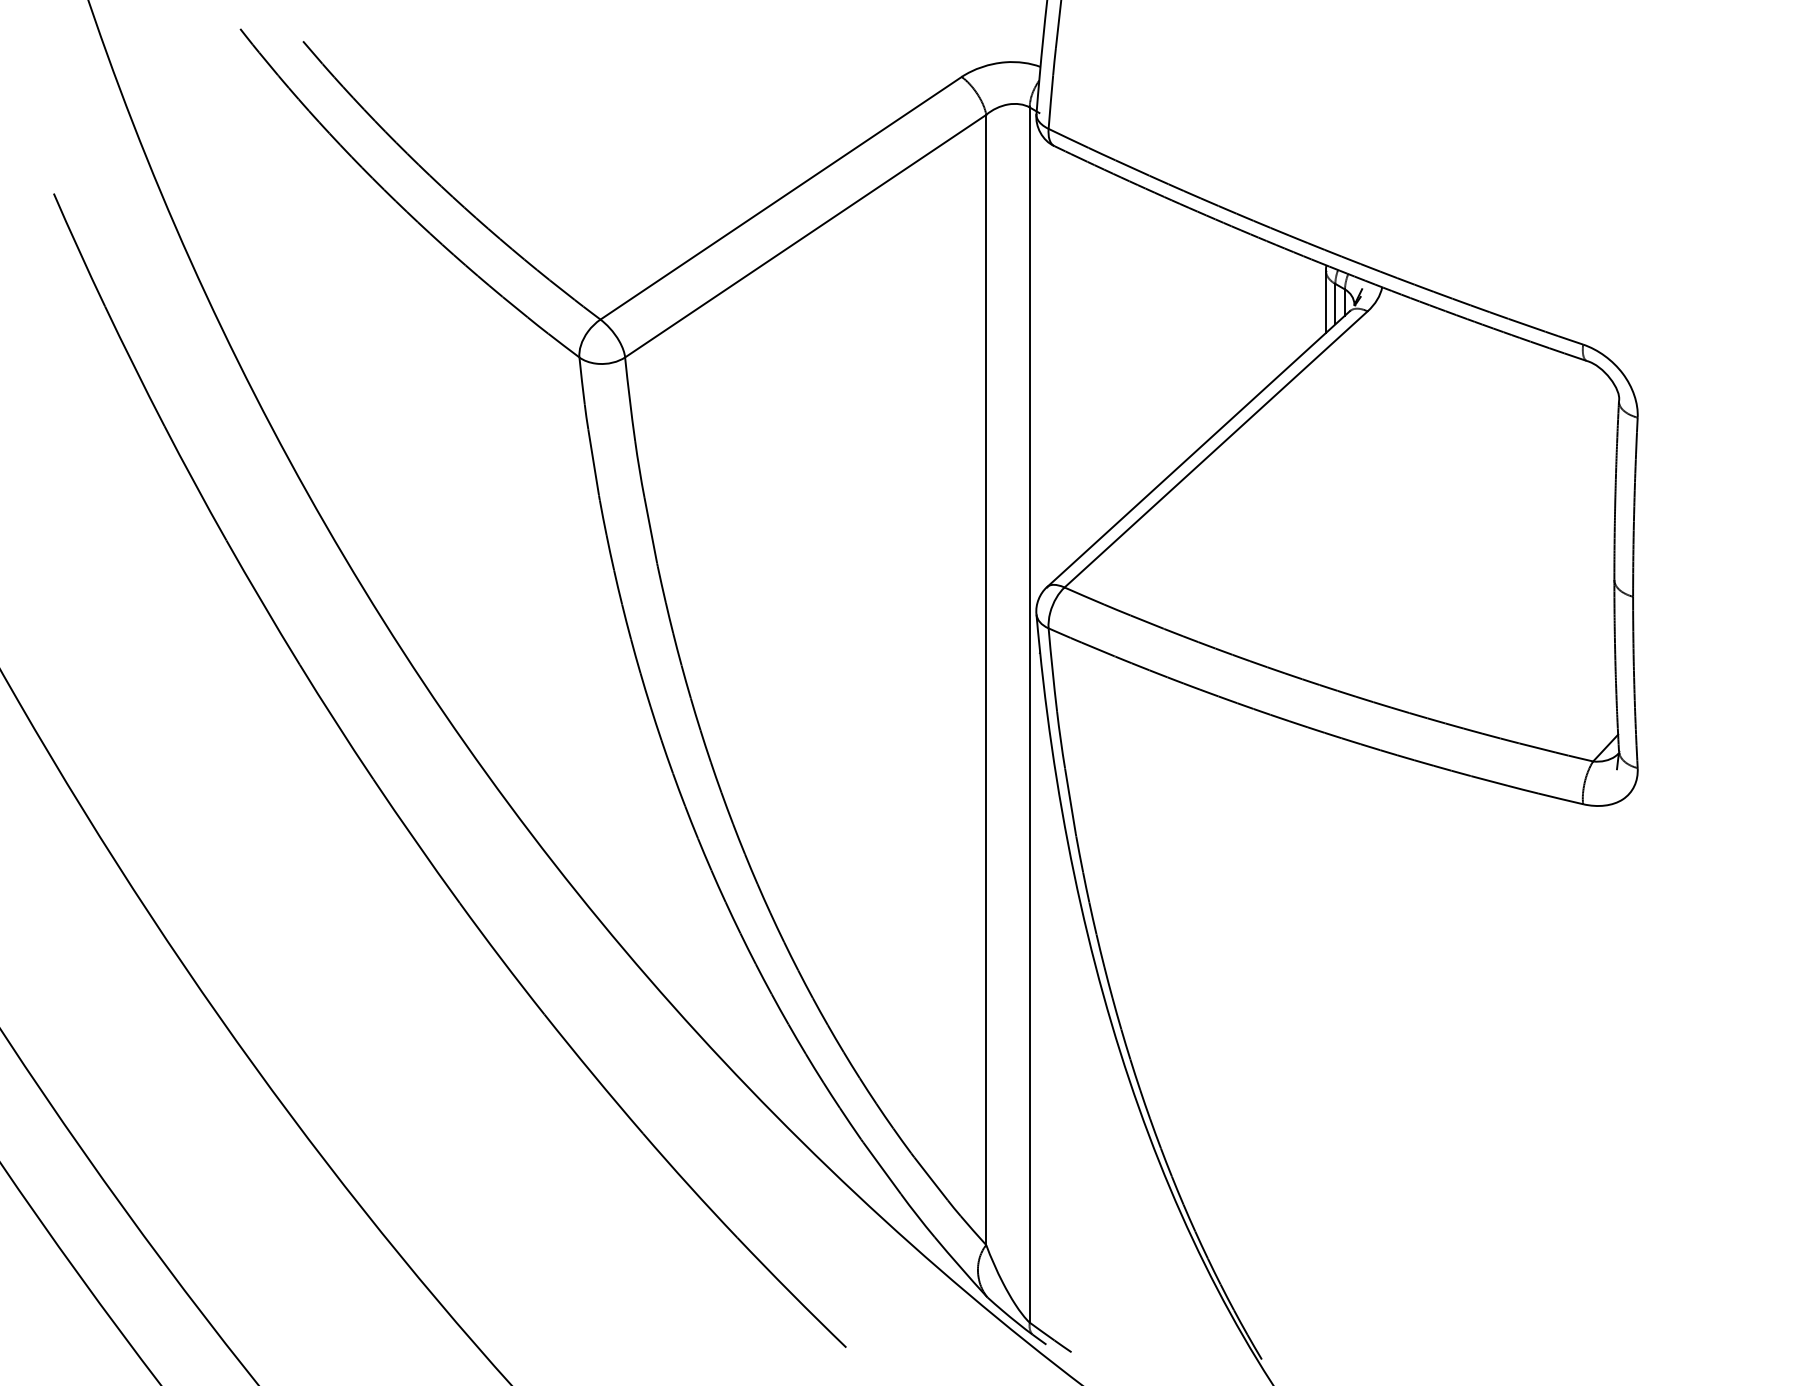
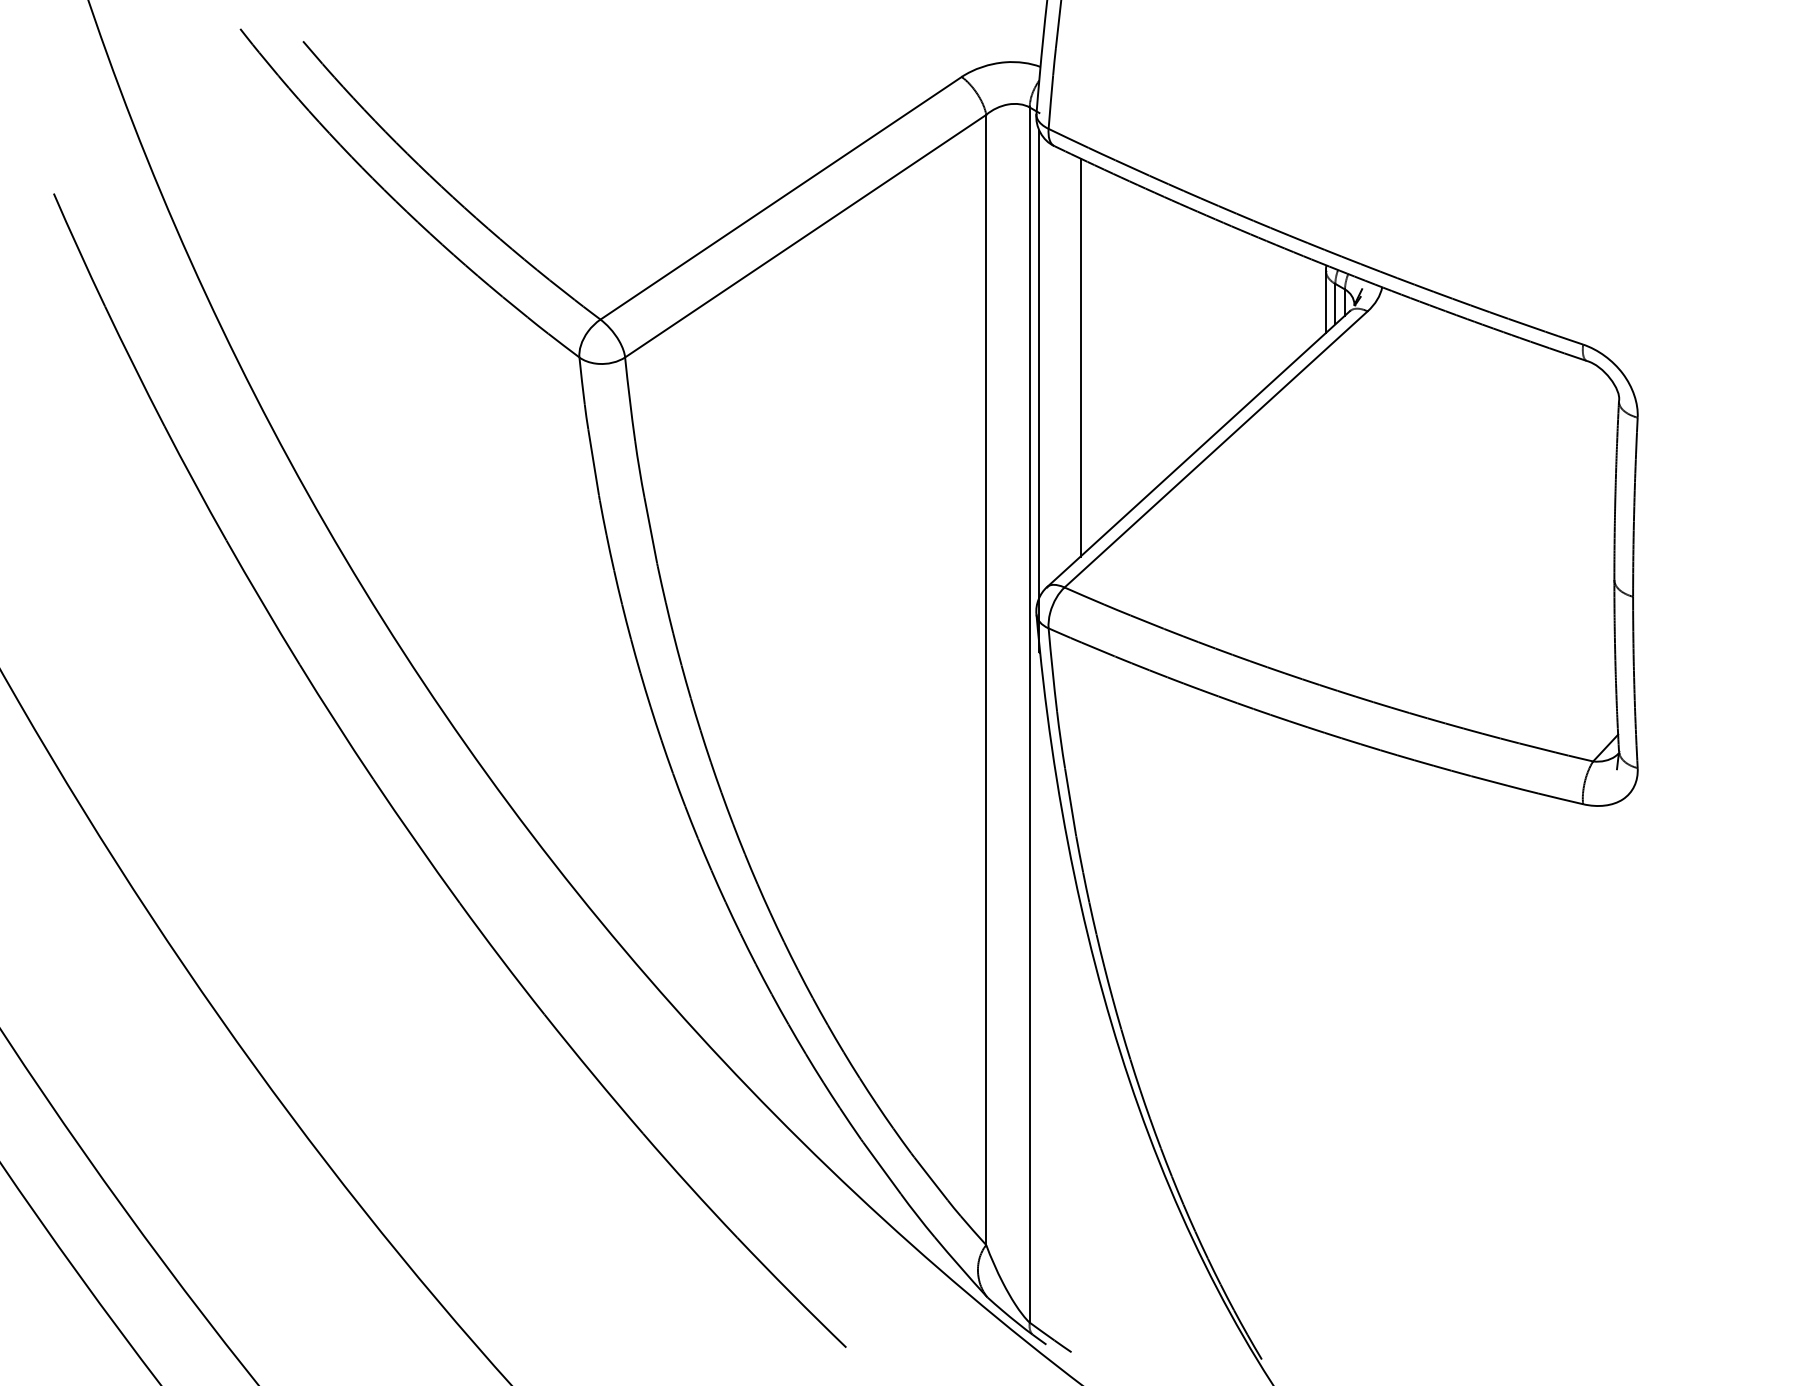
line at (1080, 357): none -> present
line at (1039, 391): none -> present
